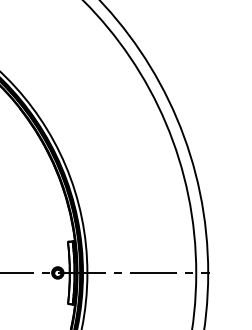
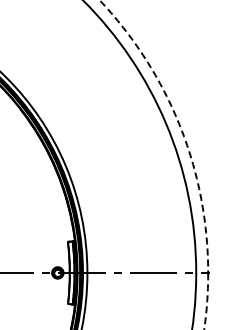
circle at (153, 164): solid -> dashed
